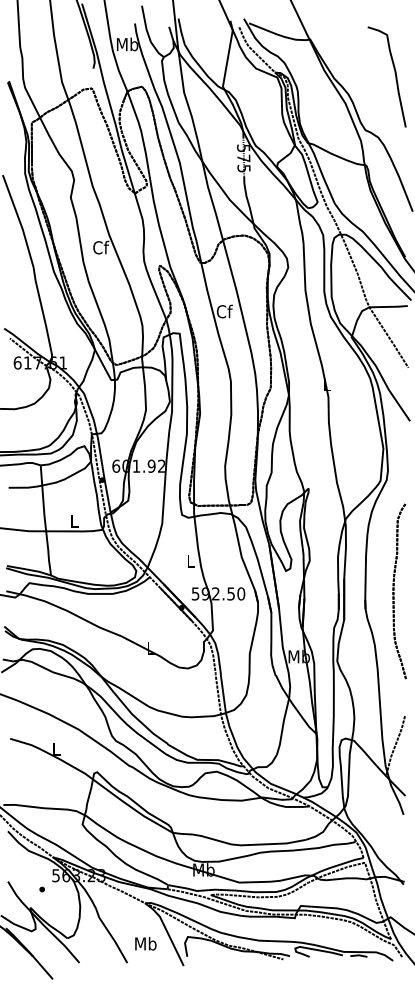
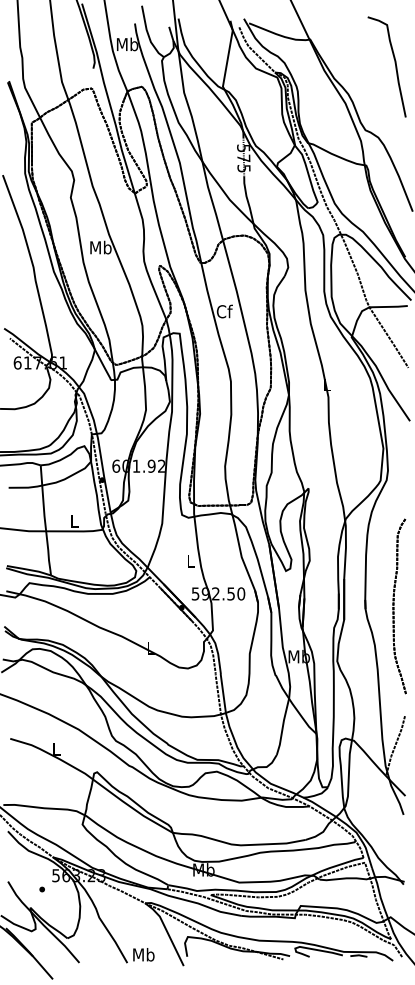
curve at (394, 73) position: (394, 73) -> (394, 63)
text at (100, 247): Cf -> Mb
part at (399, 591) position: (399, 591) -> (399, 606)
text at (145, 943) position: (145, 943) -> (143, 954)
